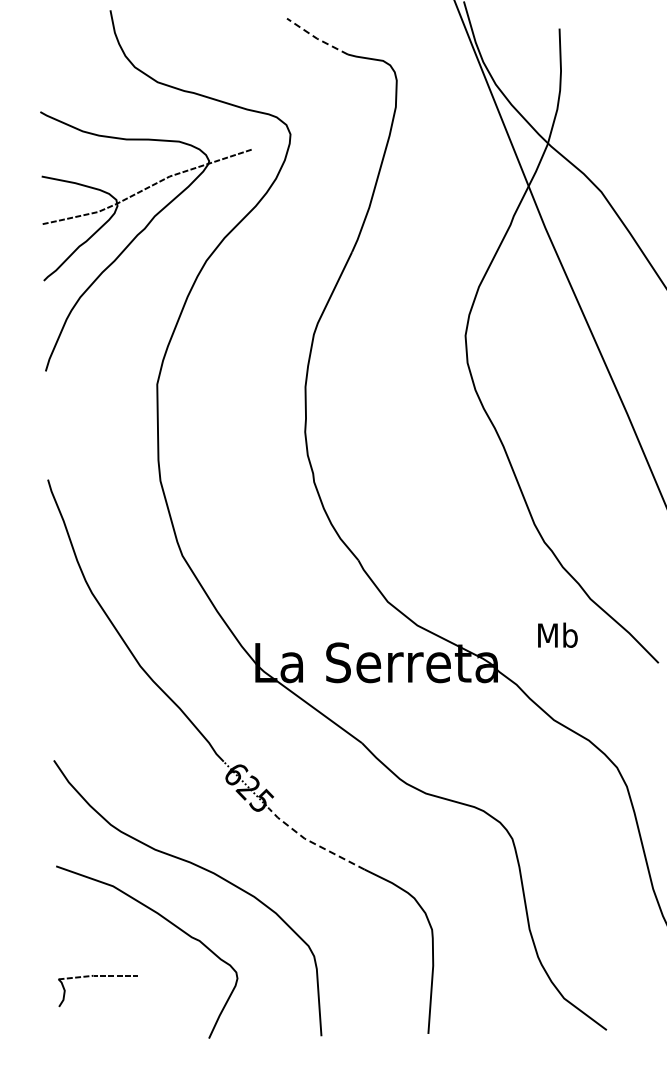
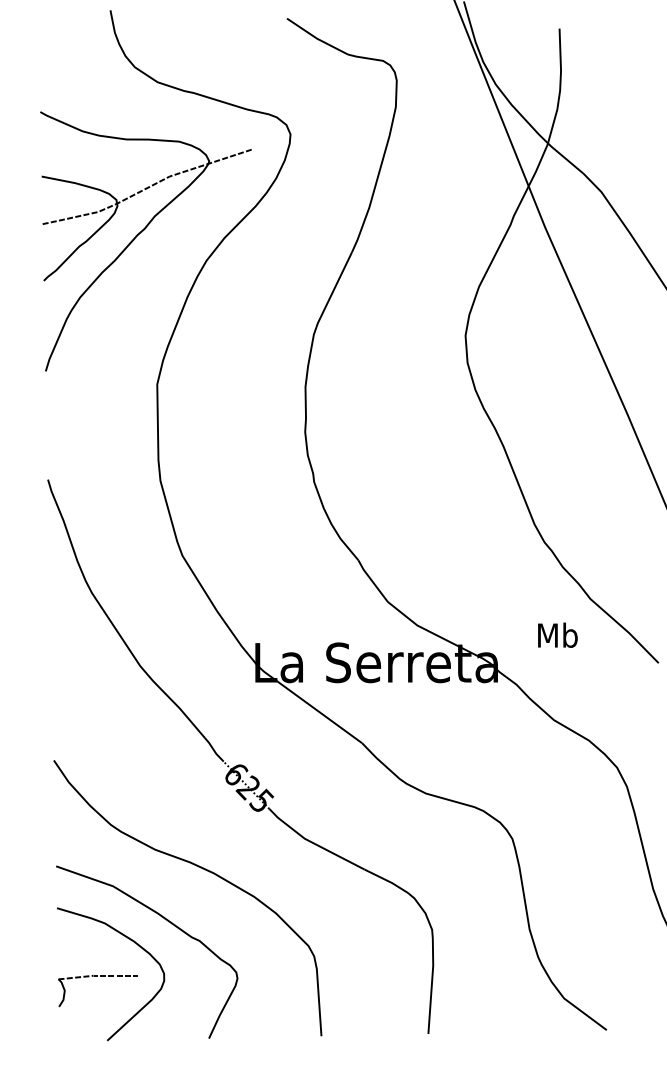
line at (316, 38): dashed -> solid
line at (312, 842): dashed -> solid
curve at (134, 943): none -> present
